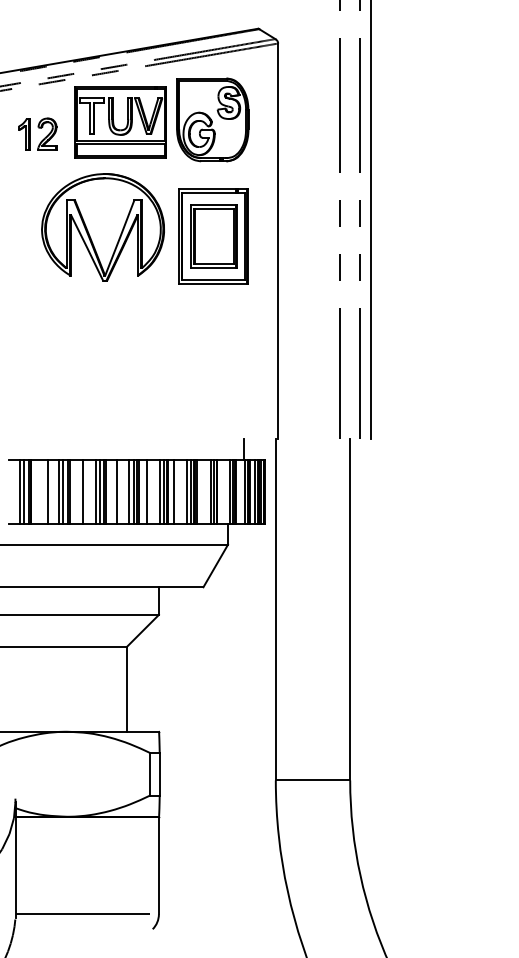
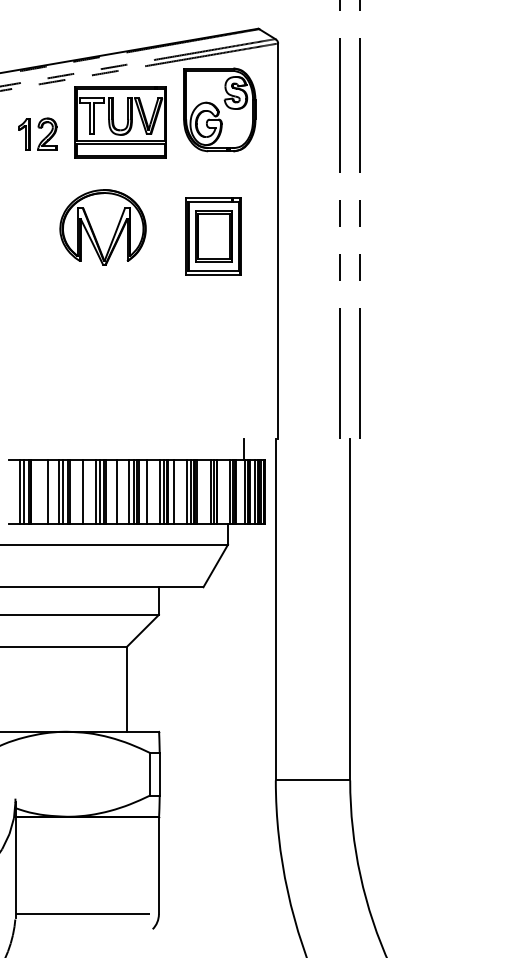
part at (212, 119) position: (212, 119) -> (219, 109)
line at (371, 220): present -> none
part at (102, 227) size: 124x109 px -> 88x77 px
part at (213, 236) size: 71x97 px -> 57x79 px
